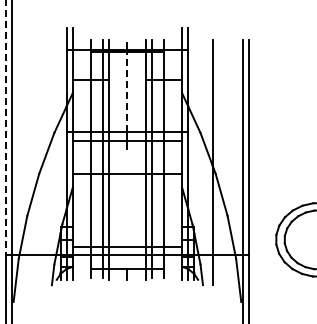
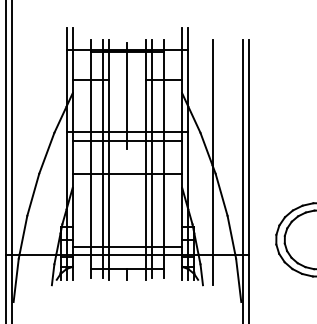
line at (127, 91): dashed -> solid
line at (5, 127): dashed -> solid
